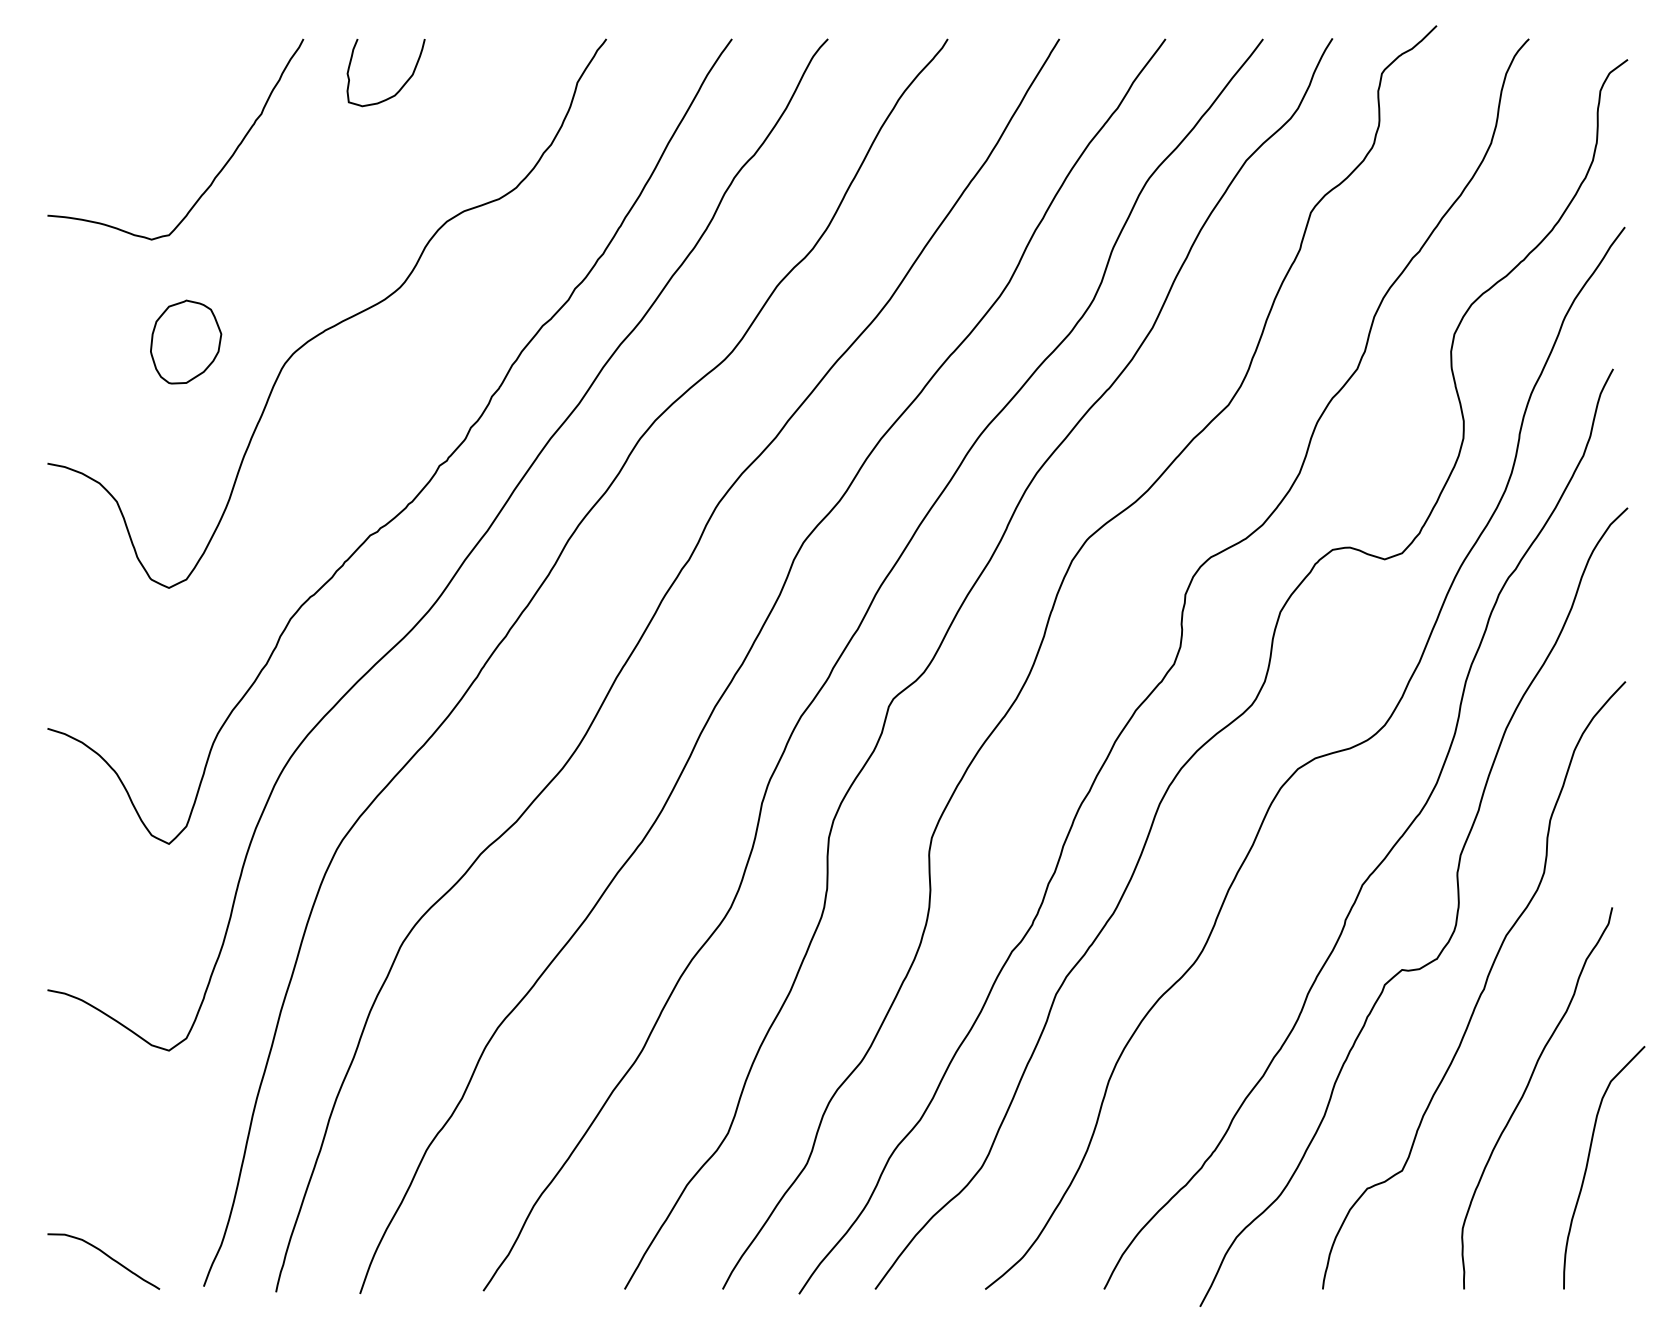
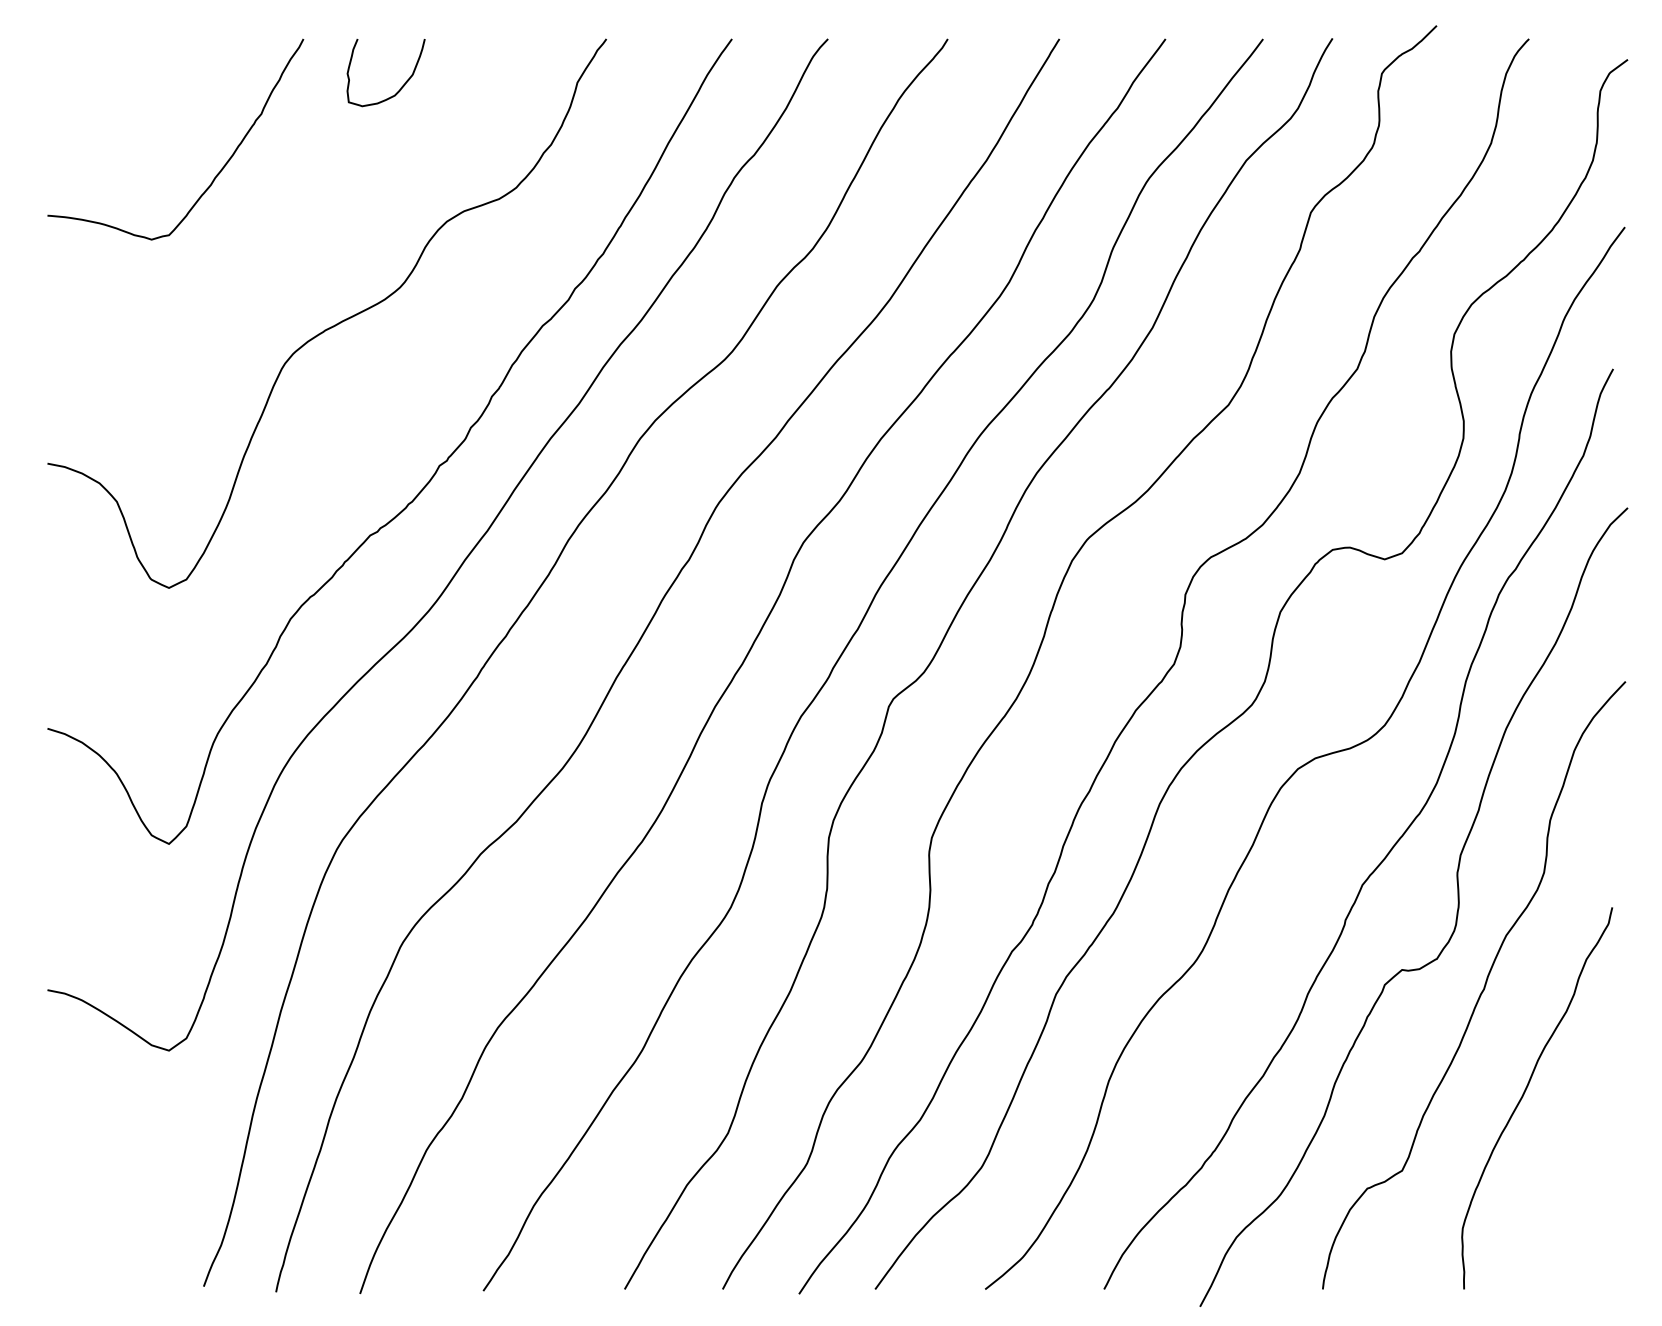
part at (186, 341): present -> none
curve at (1588, 1163): present -> none
curve at (105, 1255): present -> none
